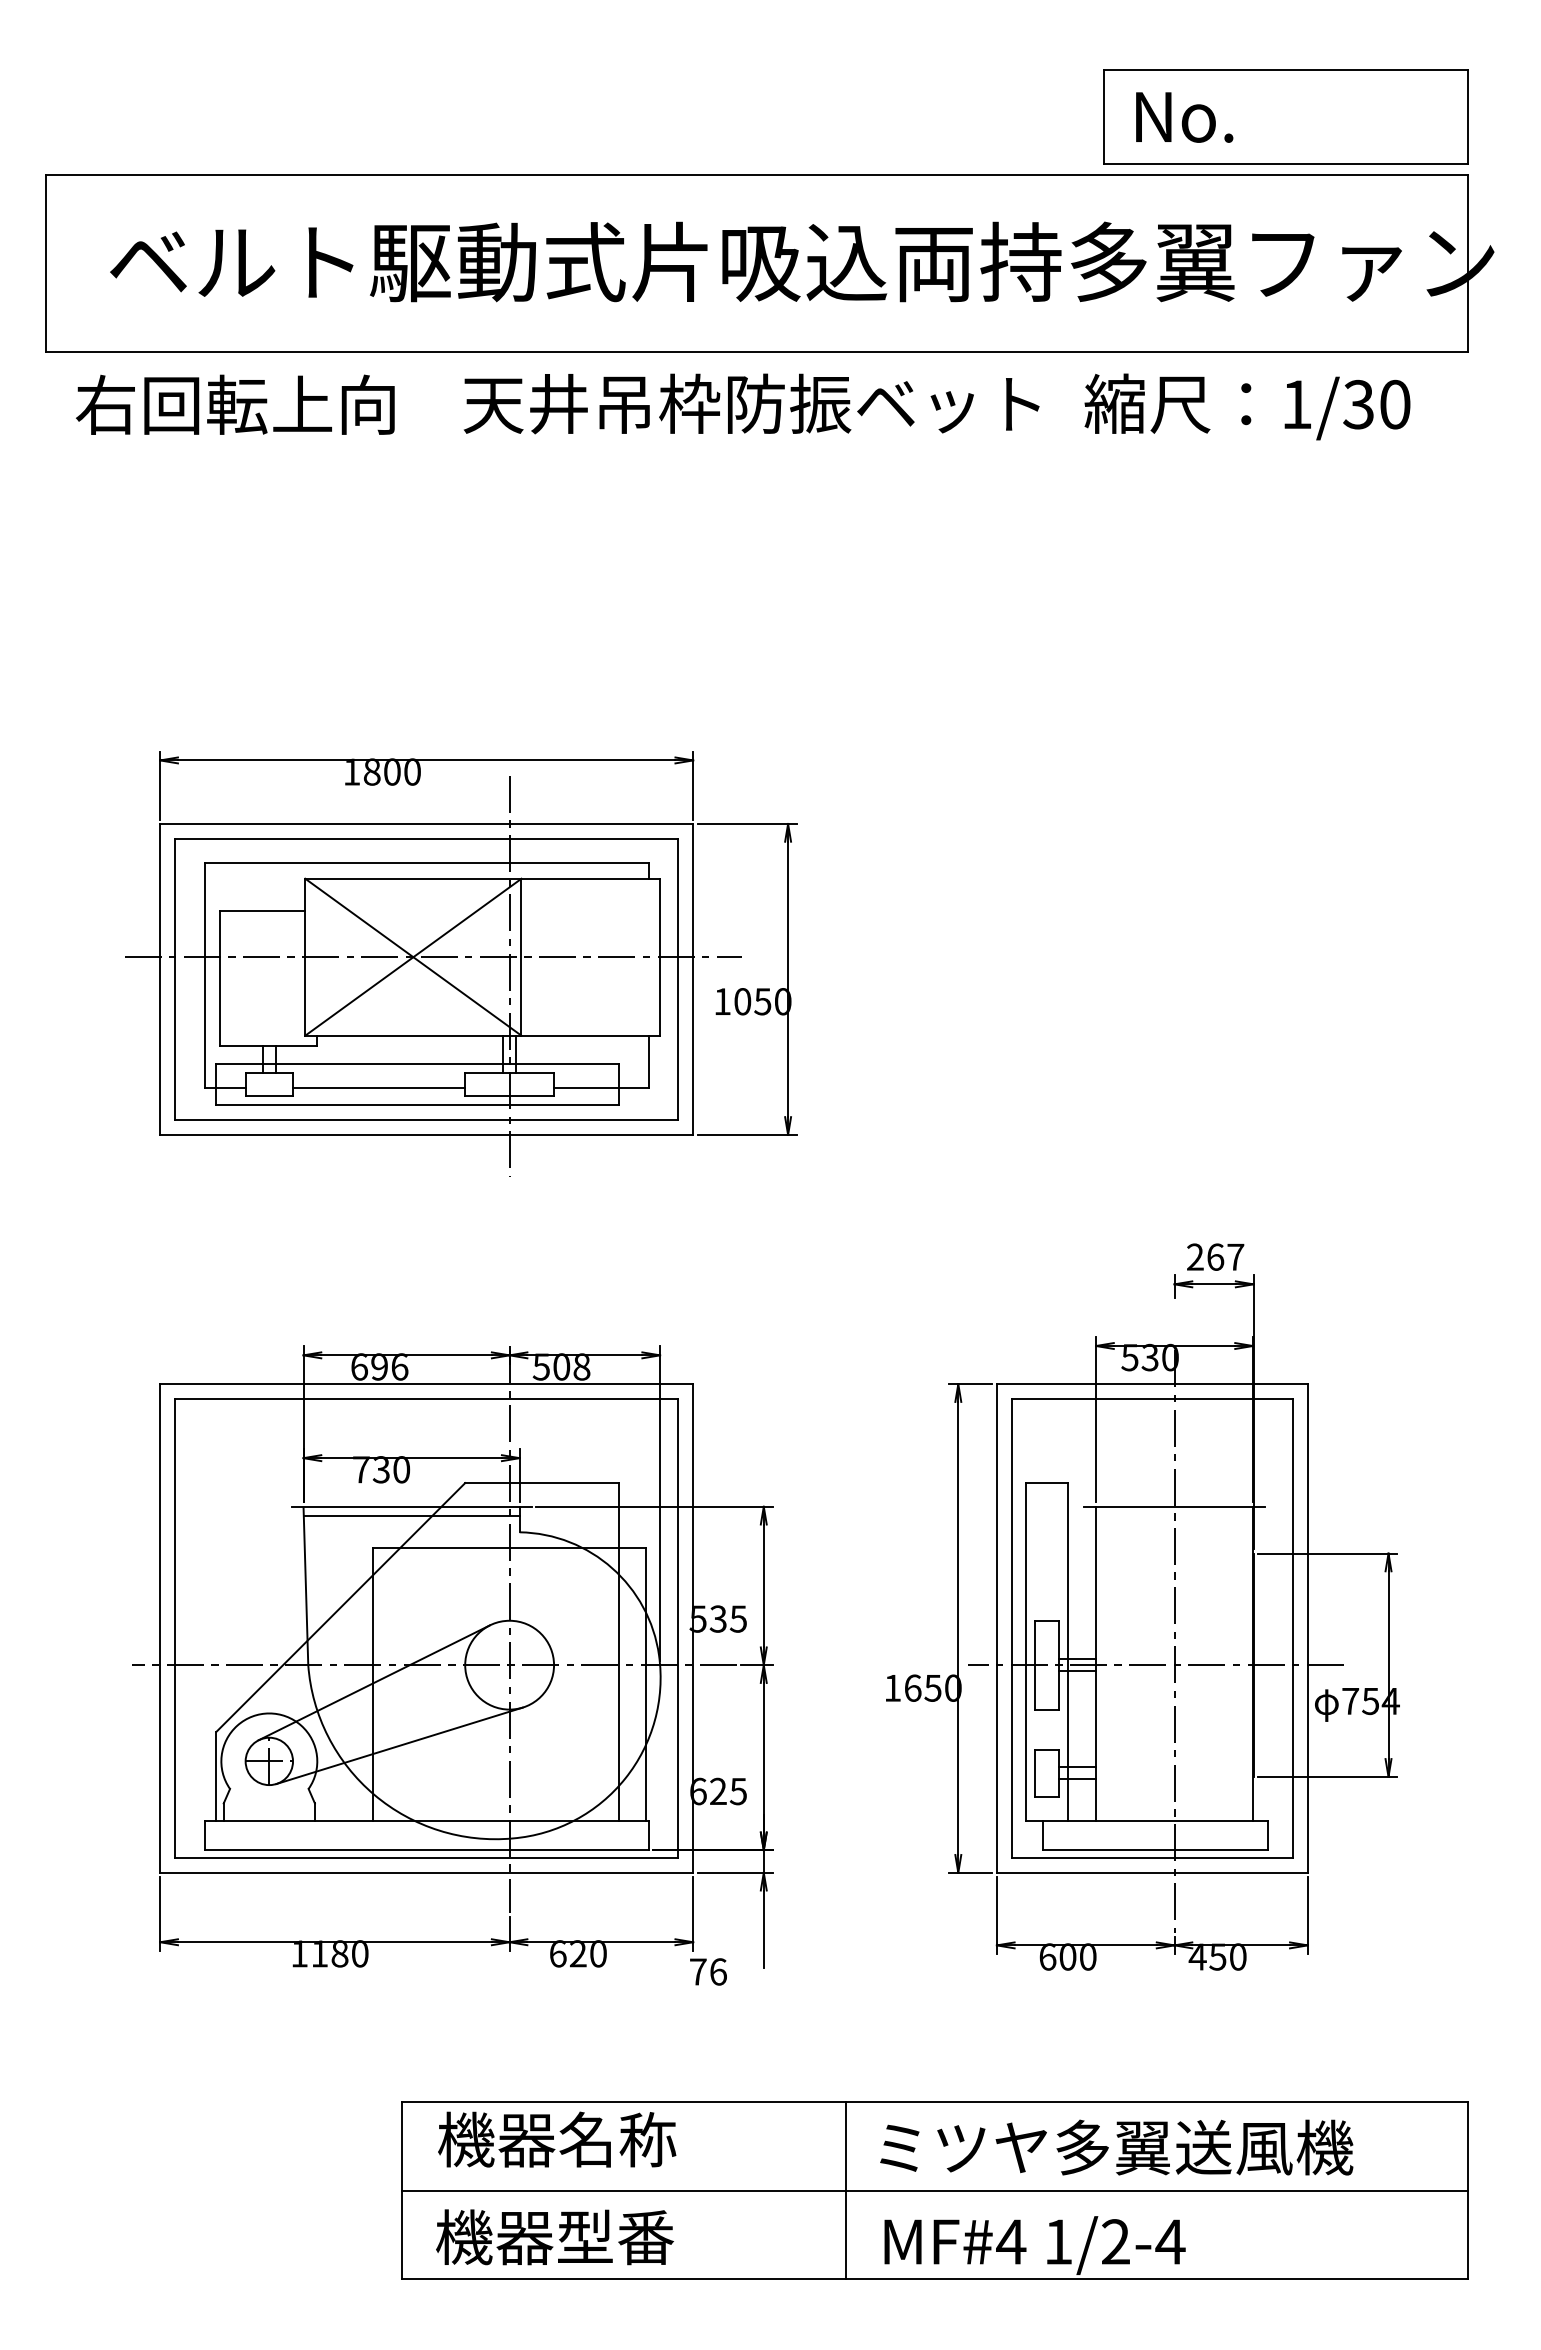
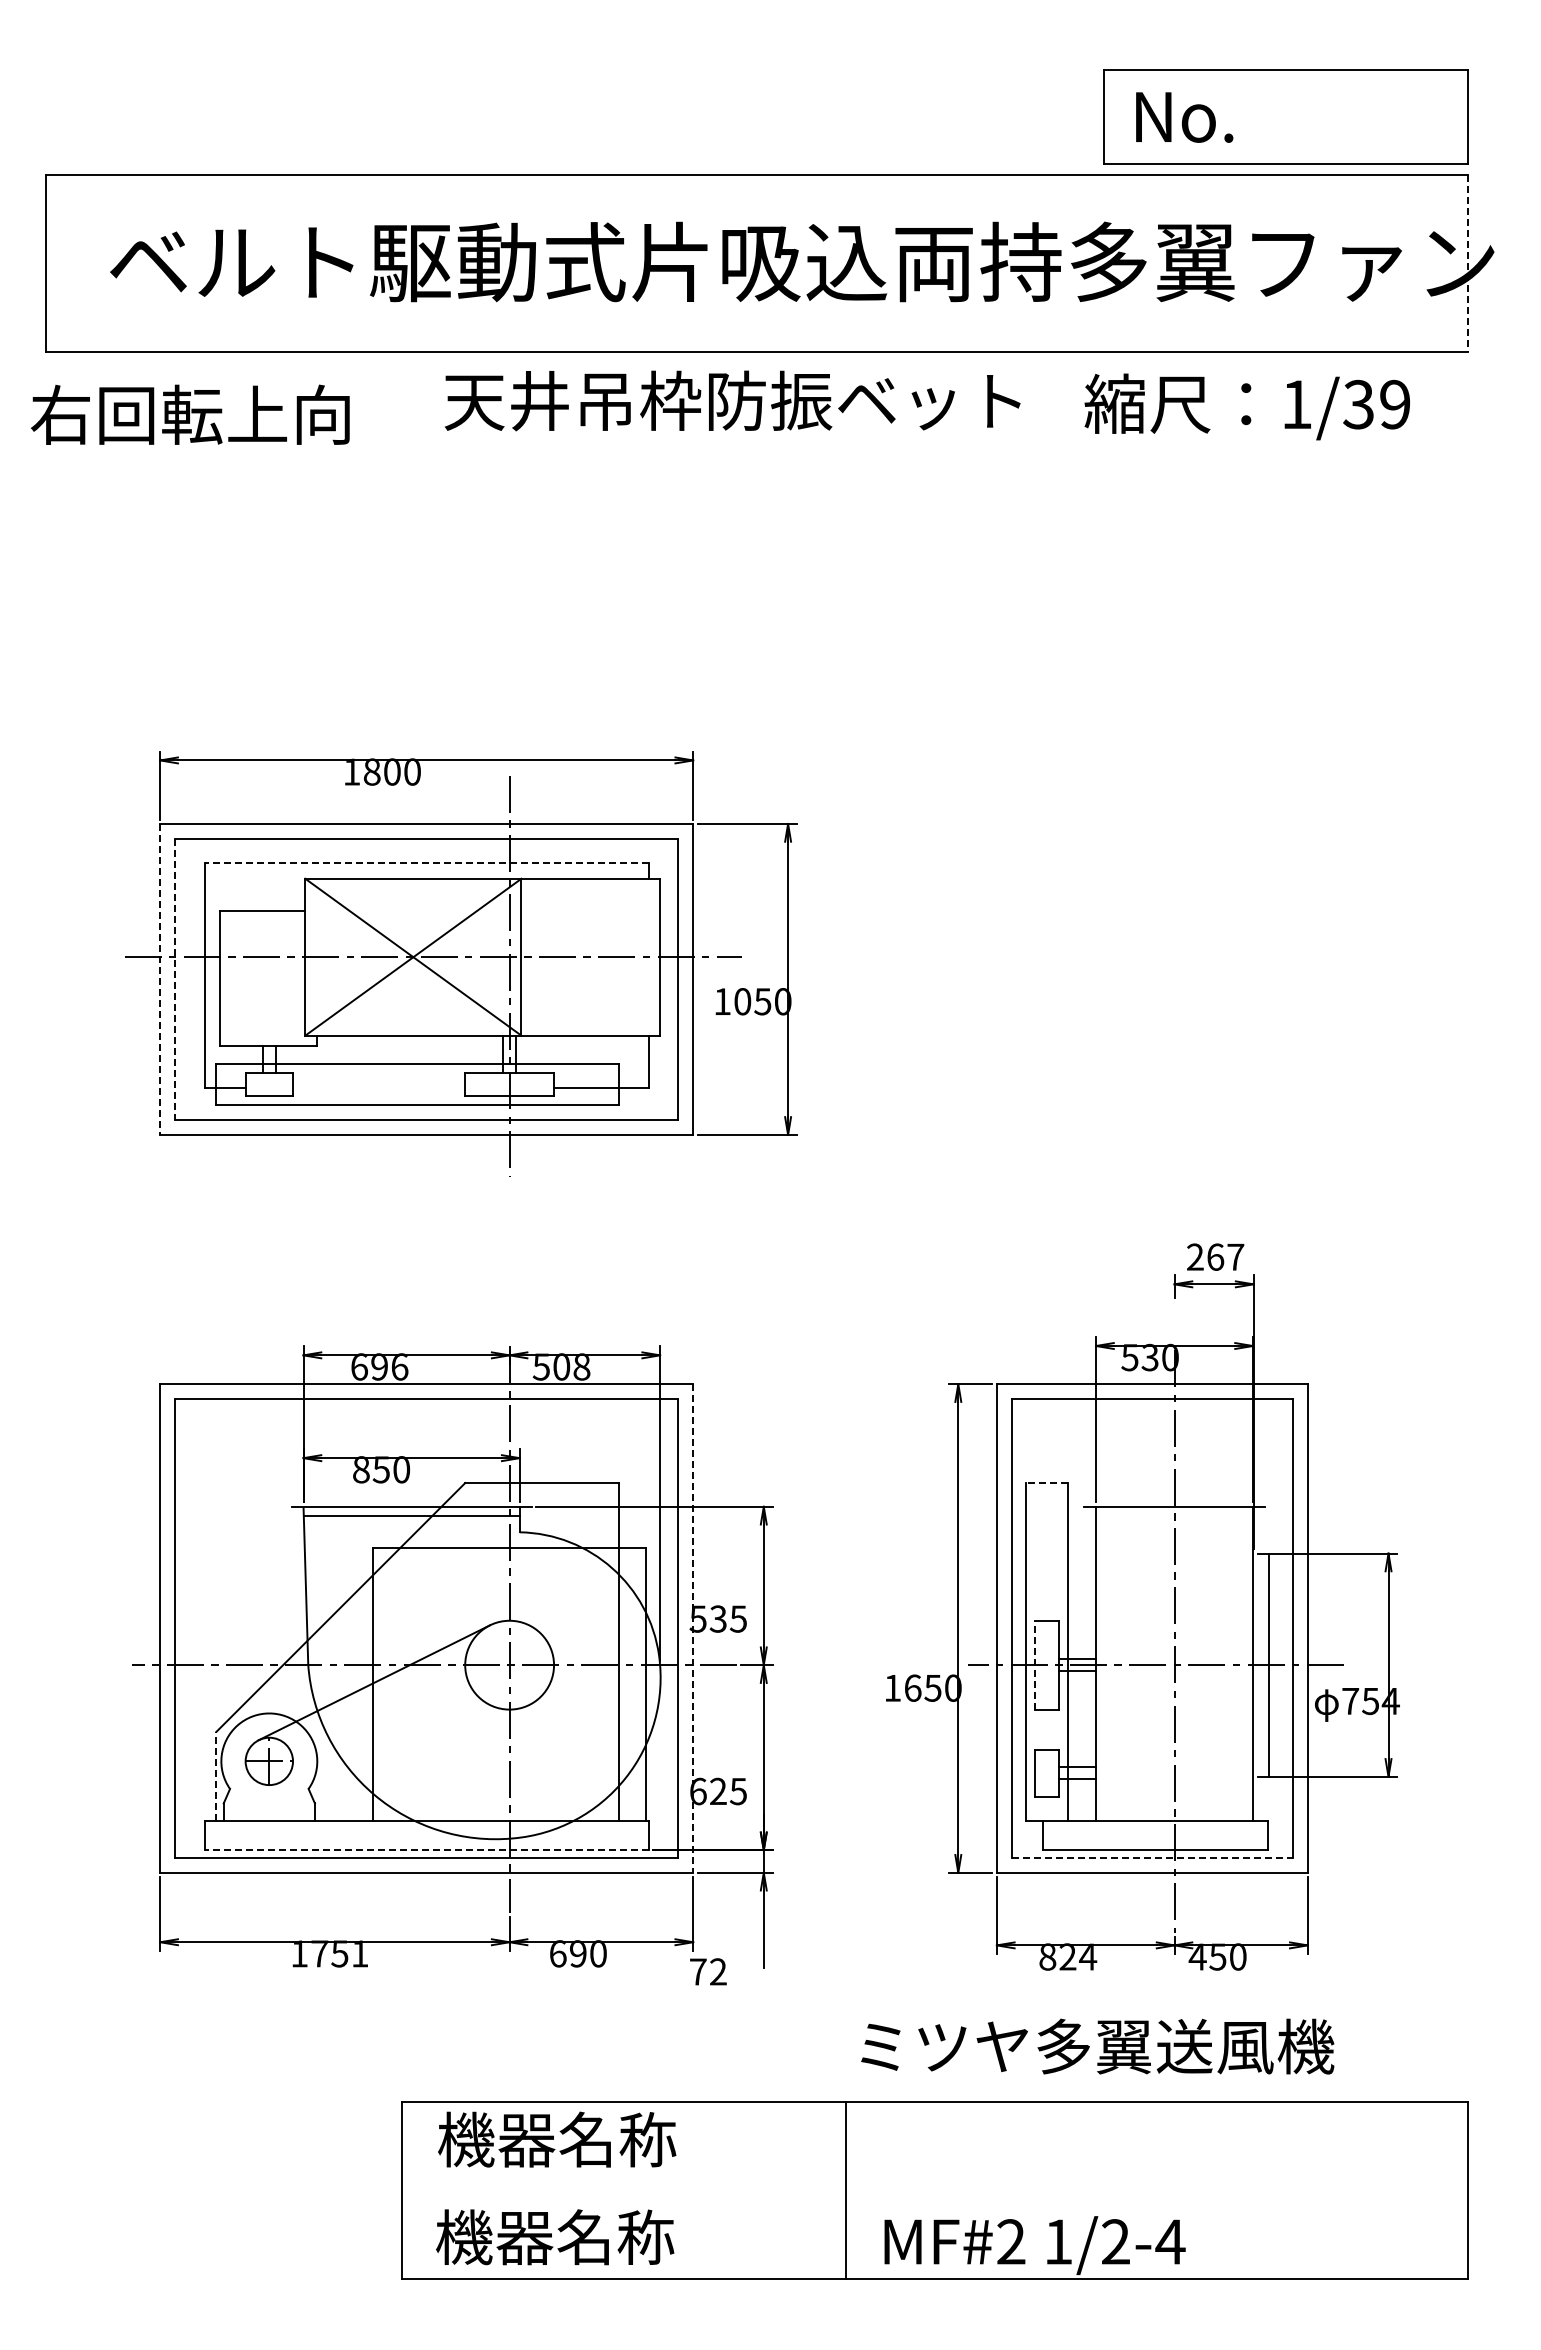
line at (1467, 263): solid -> dashed
text at (751, 403) position: (751, 403) -> (732, 400)
text at (235, 404) position: (235, 404) -> (190, 414)
text at (1395, 404): 1/30 -> 1/39
line at (426, 863): solid -> dashed
line at (160, 979): solid -> dashed
line at (175, 979): solid -> dashed
line at (379, 1088): present -> none
text at (371, 1469): 730 -> 850
line at (1047, 1483): solid -> dashed
line at (693, 1628): solid -> dashed
line at (1035, 1664): solid -> dashed
line at (1253, 1664) position: (1253, 1664) -> (1268, 1664)
line at (399, 1745): present -> none
line at (216, 1775): solid -> dashed
line at (426, 1850): solid -> dashed
line at (1152, 1857): solid -> dashed
text at (339, 1953): 1180 -> 1751
text at (578, 1953): 620 -> 690
text at (1068, 1956): 600 -> 824
text at (718, 1971): 76 -> 72
text at (1116, 2147) position: (1116, 2147) -> (1097, 2046)
line at (934, 2190): present -> none
text at (615, 2237): 機器型番 -> 機器名称
text at (1011, 2241): MF#4 -> MF#2
